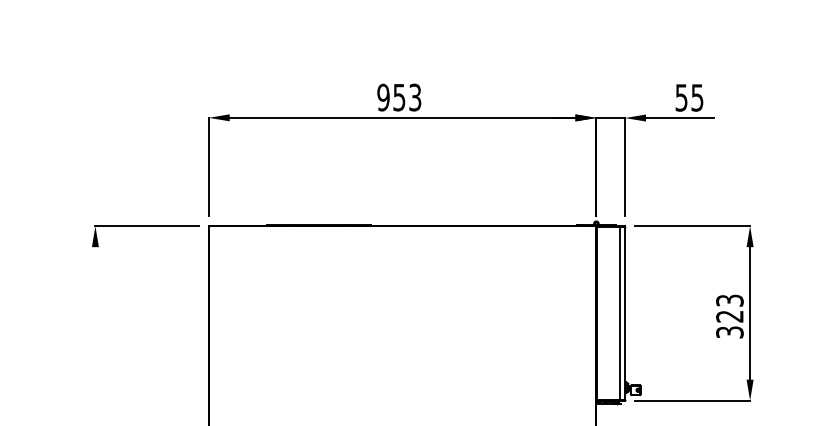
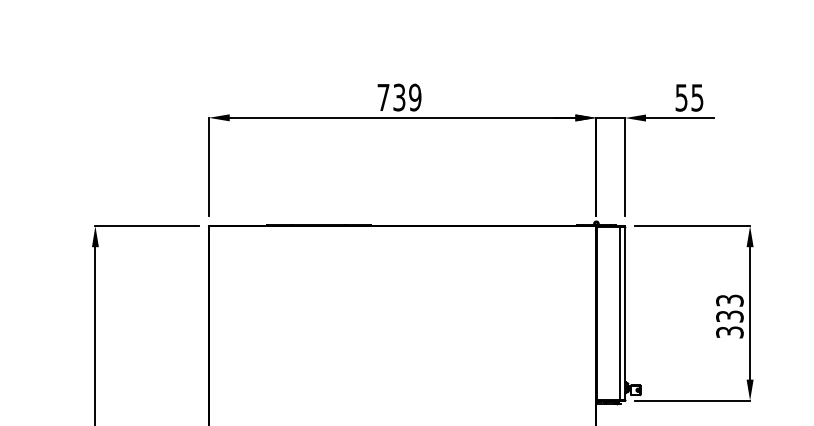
text at (399, 97): 953 -> 739
text at (729, 316): 323 -> 333
line at (95, 334): none -> present
